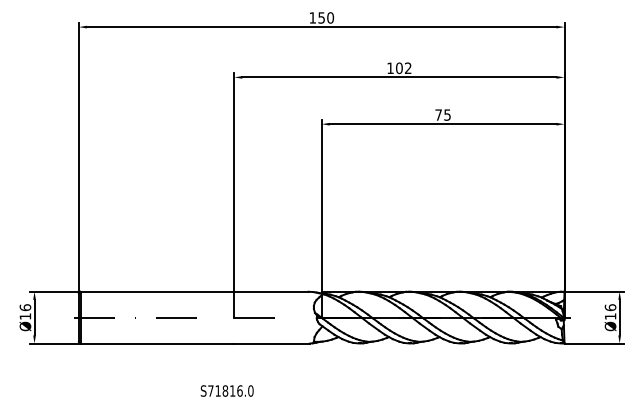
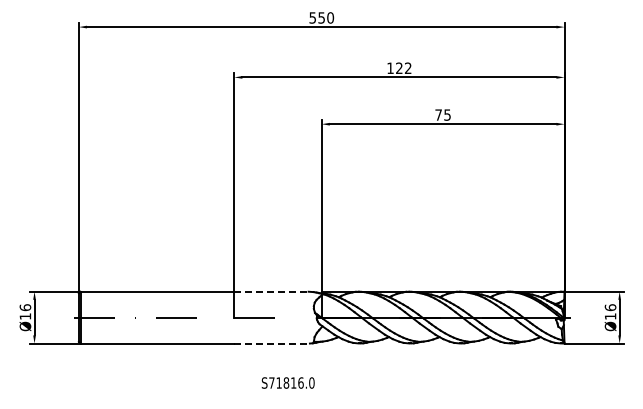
text at (312, 17): 150 -> 550
text at (399, 68): 102 -> 122
line at (271, 291): solid -> dashed
line at (272, 343): solid -> dashed
text at (226, 390) position: (226, 390) -> (287, 382)
